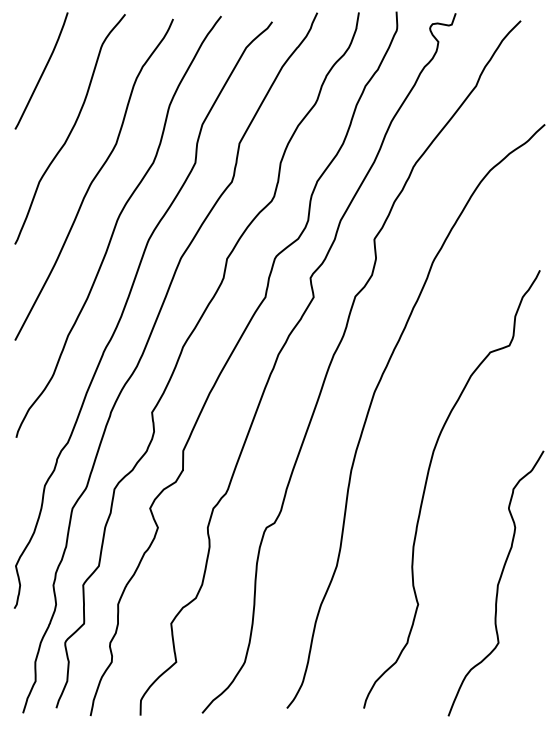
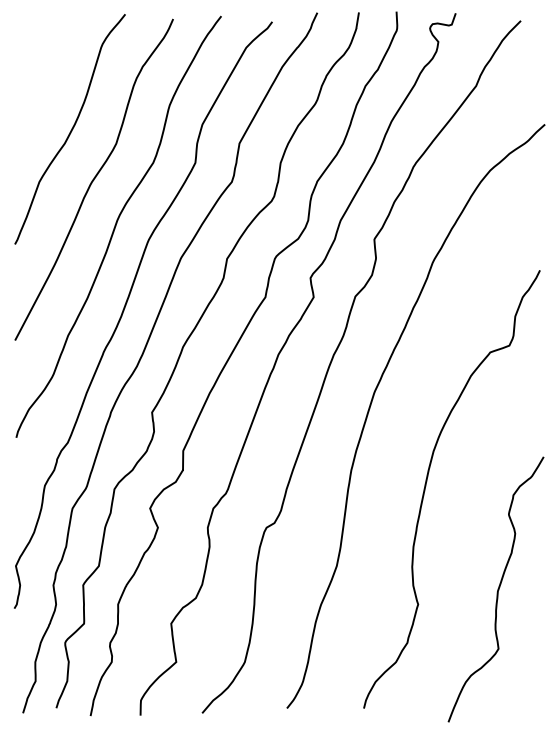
curve at (42, 71): present -> none
curve at (497, 583) position: (497, 583) -> (497, 589)
